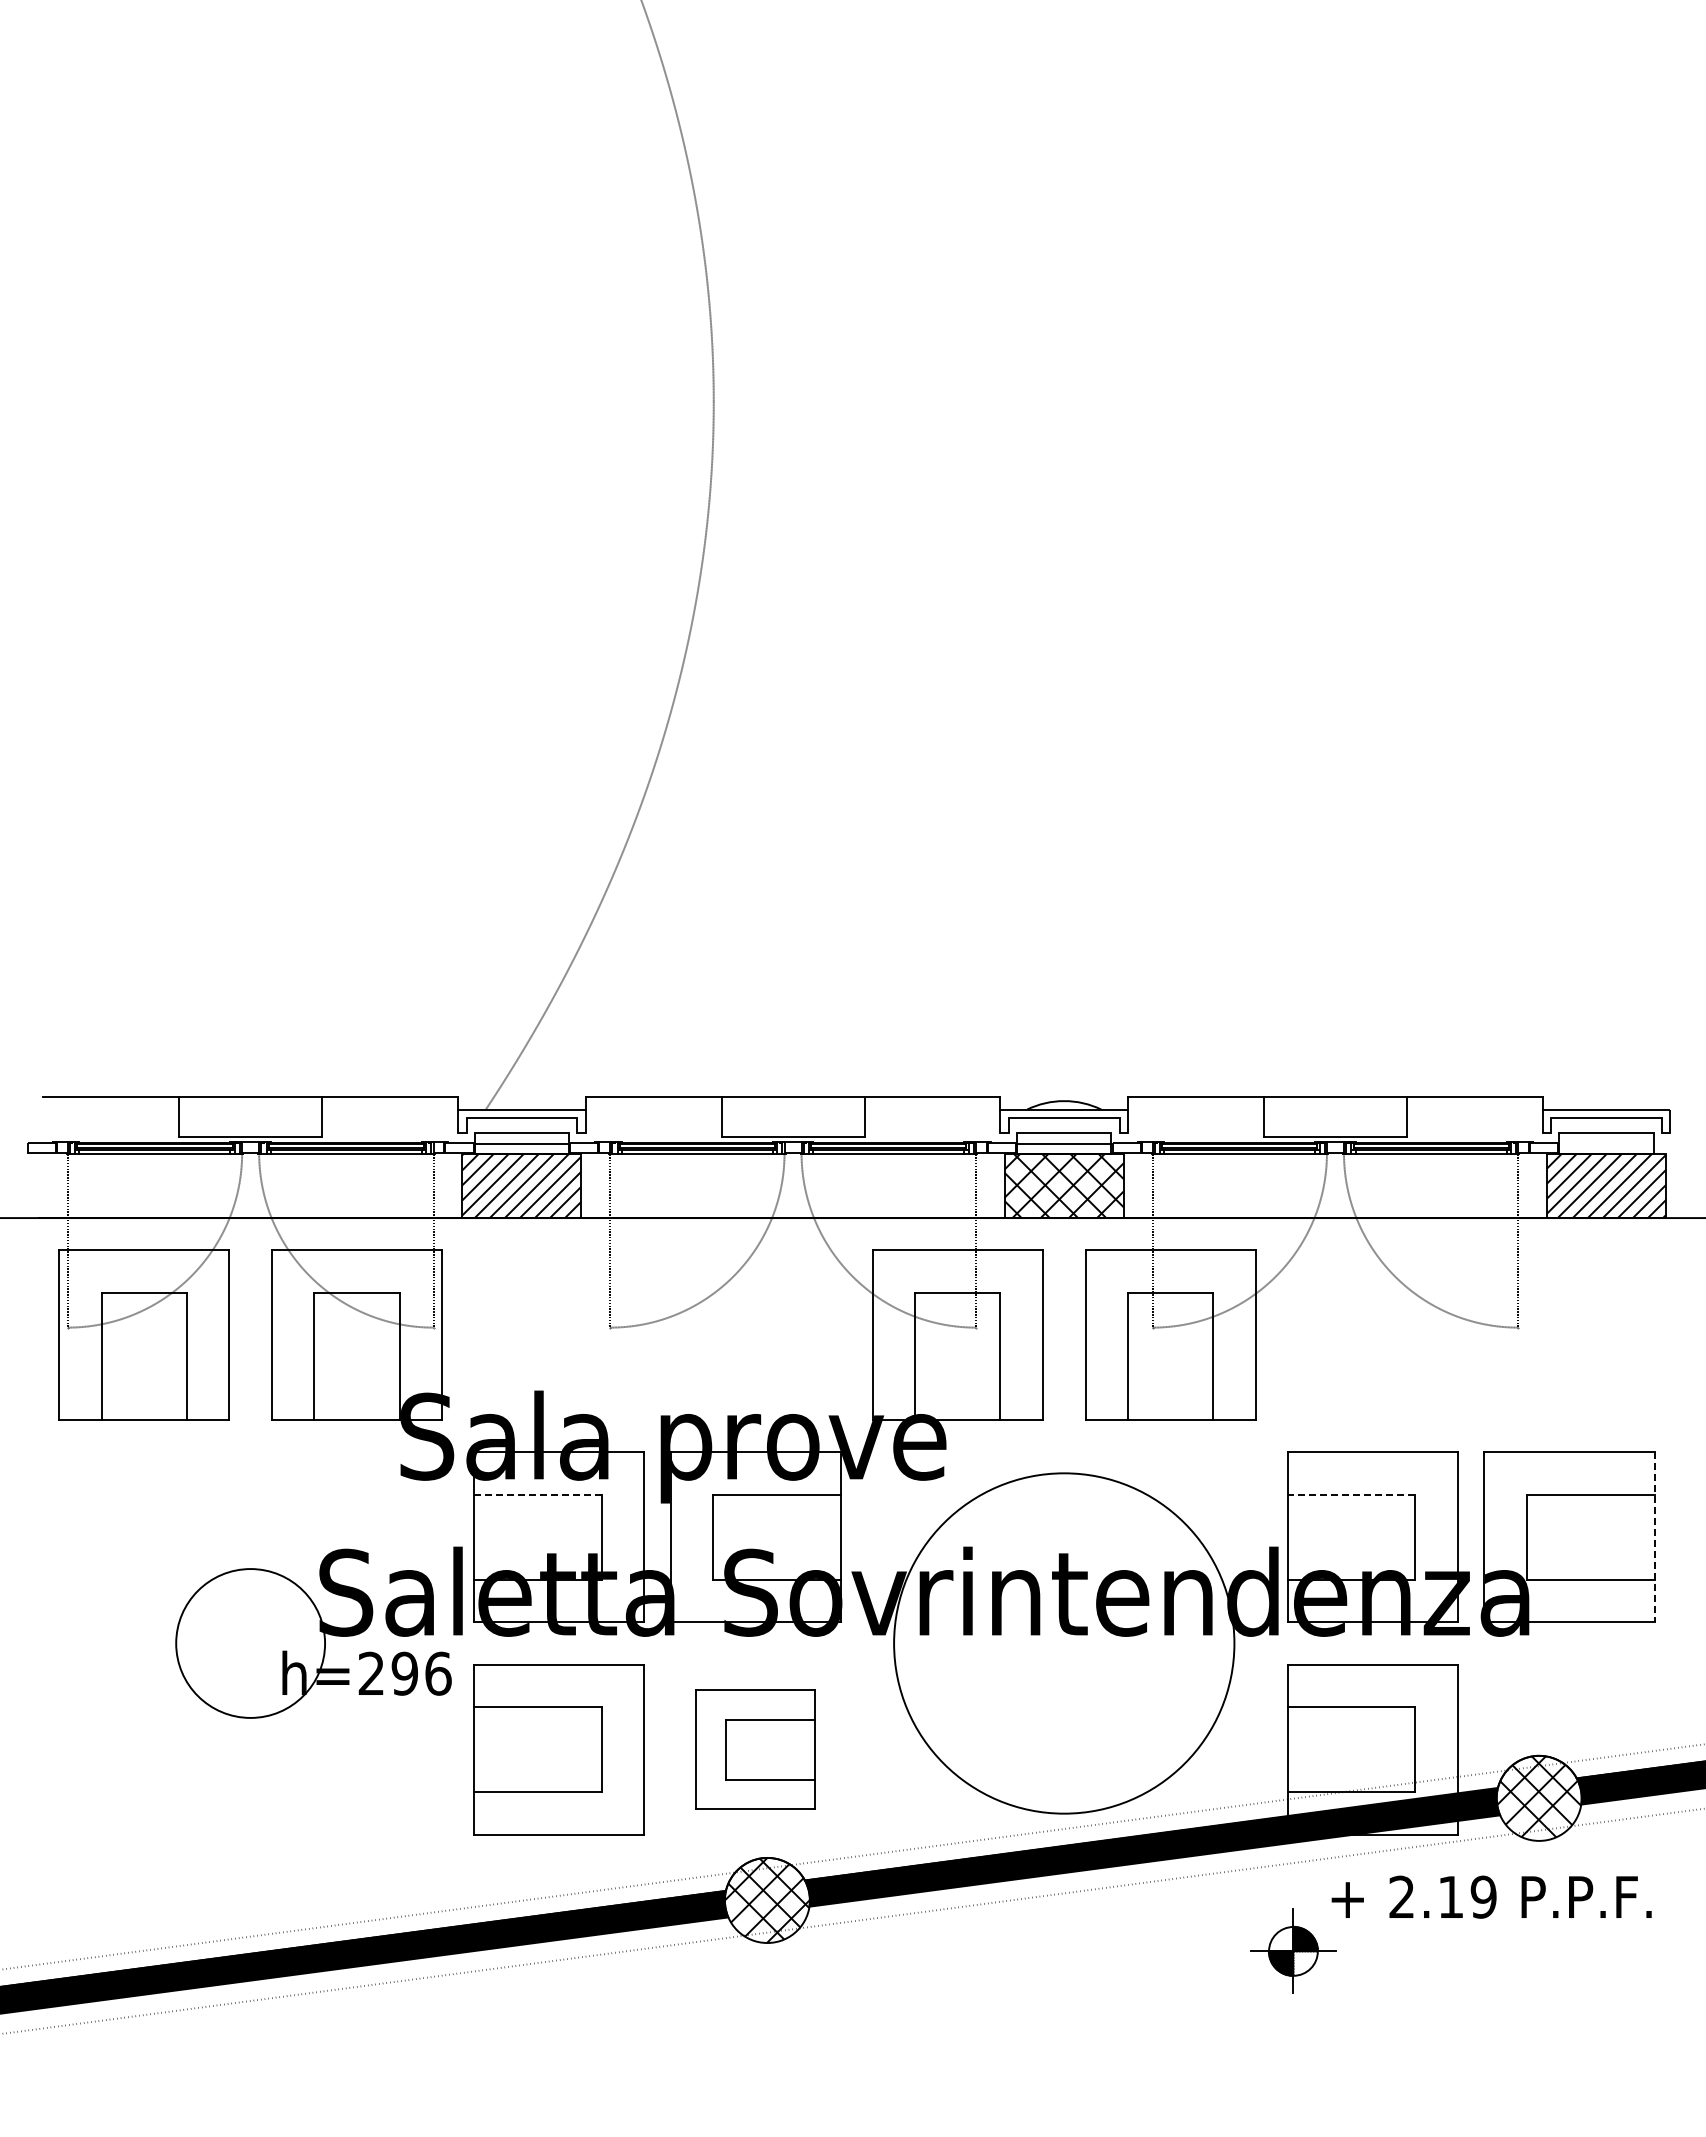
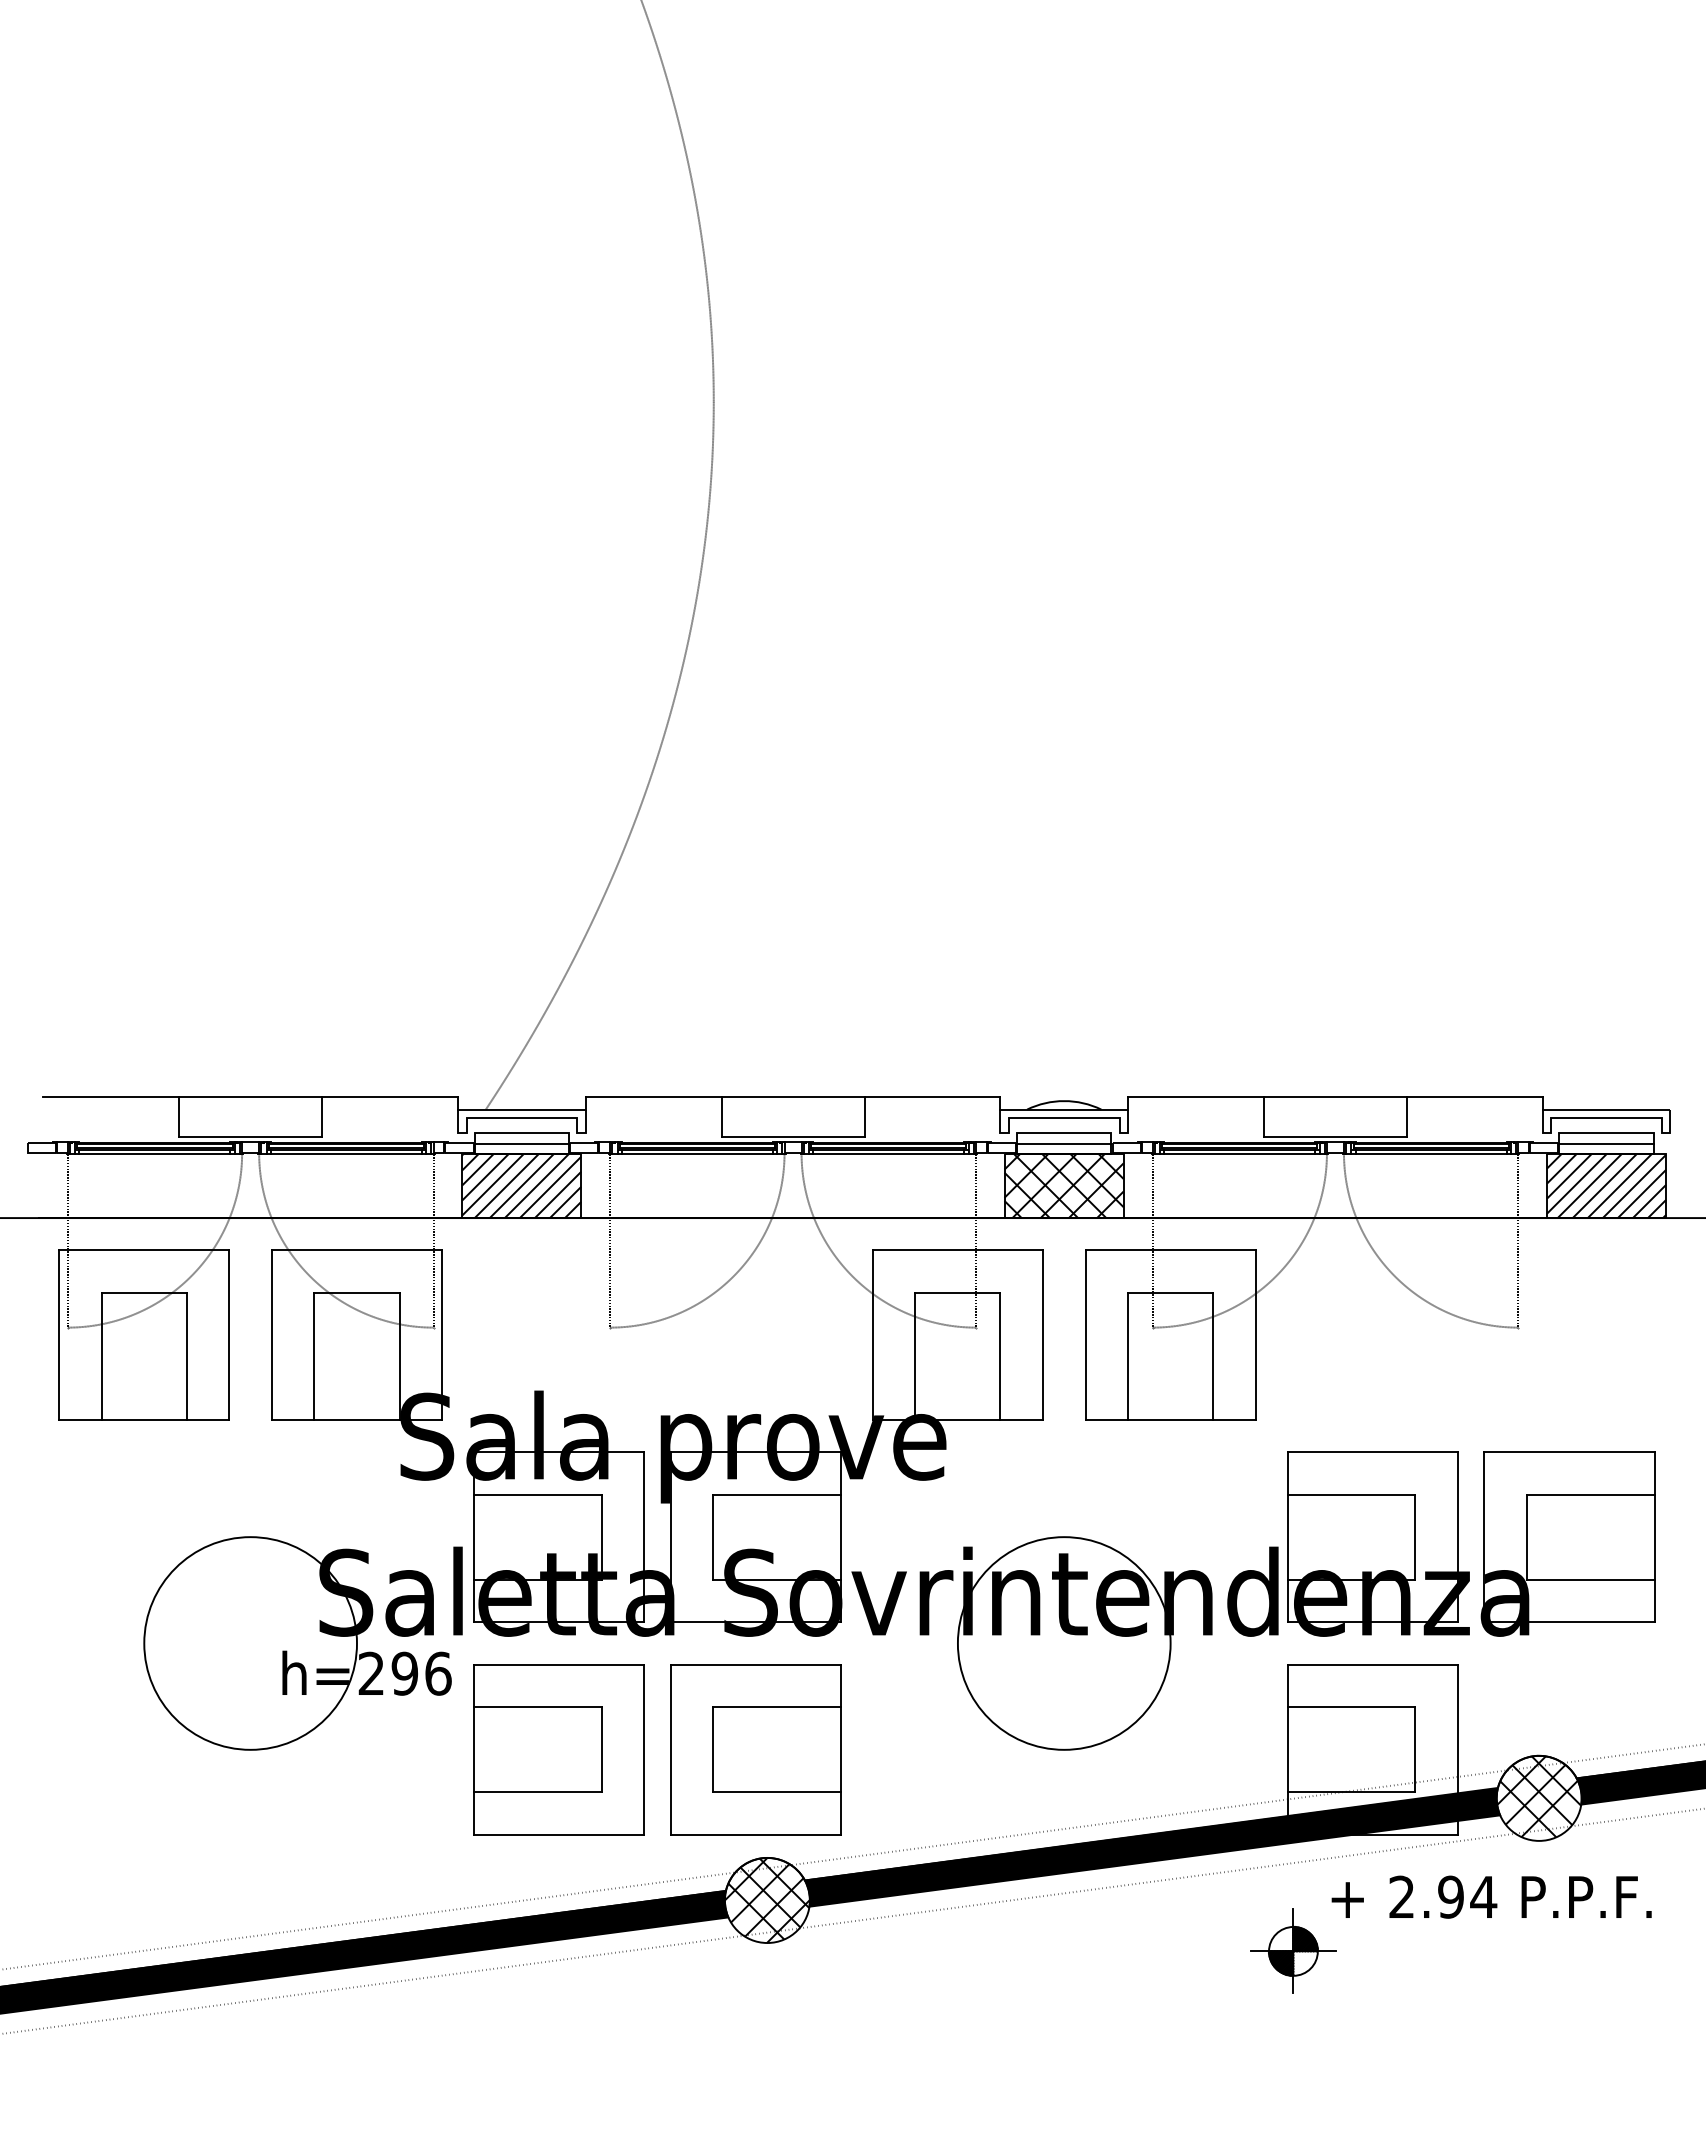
line at (1606, 1143): none -> present
line at (537, 1494): dashed -> solid
line at (1351, 1494): dashed -> solid
line at (1654, 1537): dashed -> solid
circle at (250, 1643) diameter: 149 px -> 213 px
circle at (1064, 1643) diameter: 340 px -> 213 px
part at (755, 1749) size: 121x121 px -> 172x172 px
text at (1467, 1896): 2.19 -> 2.94
